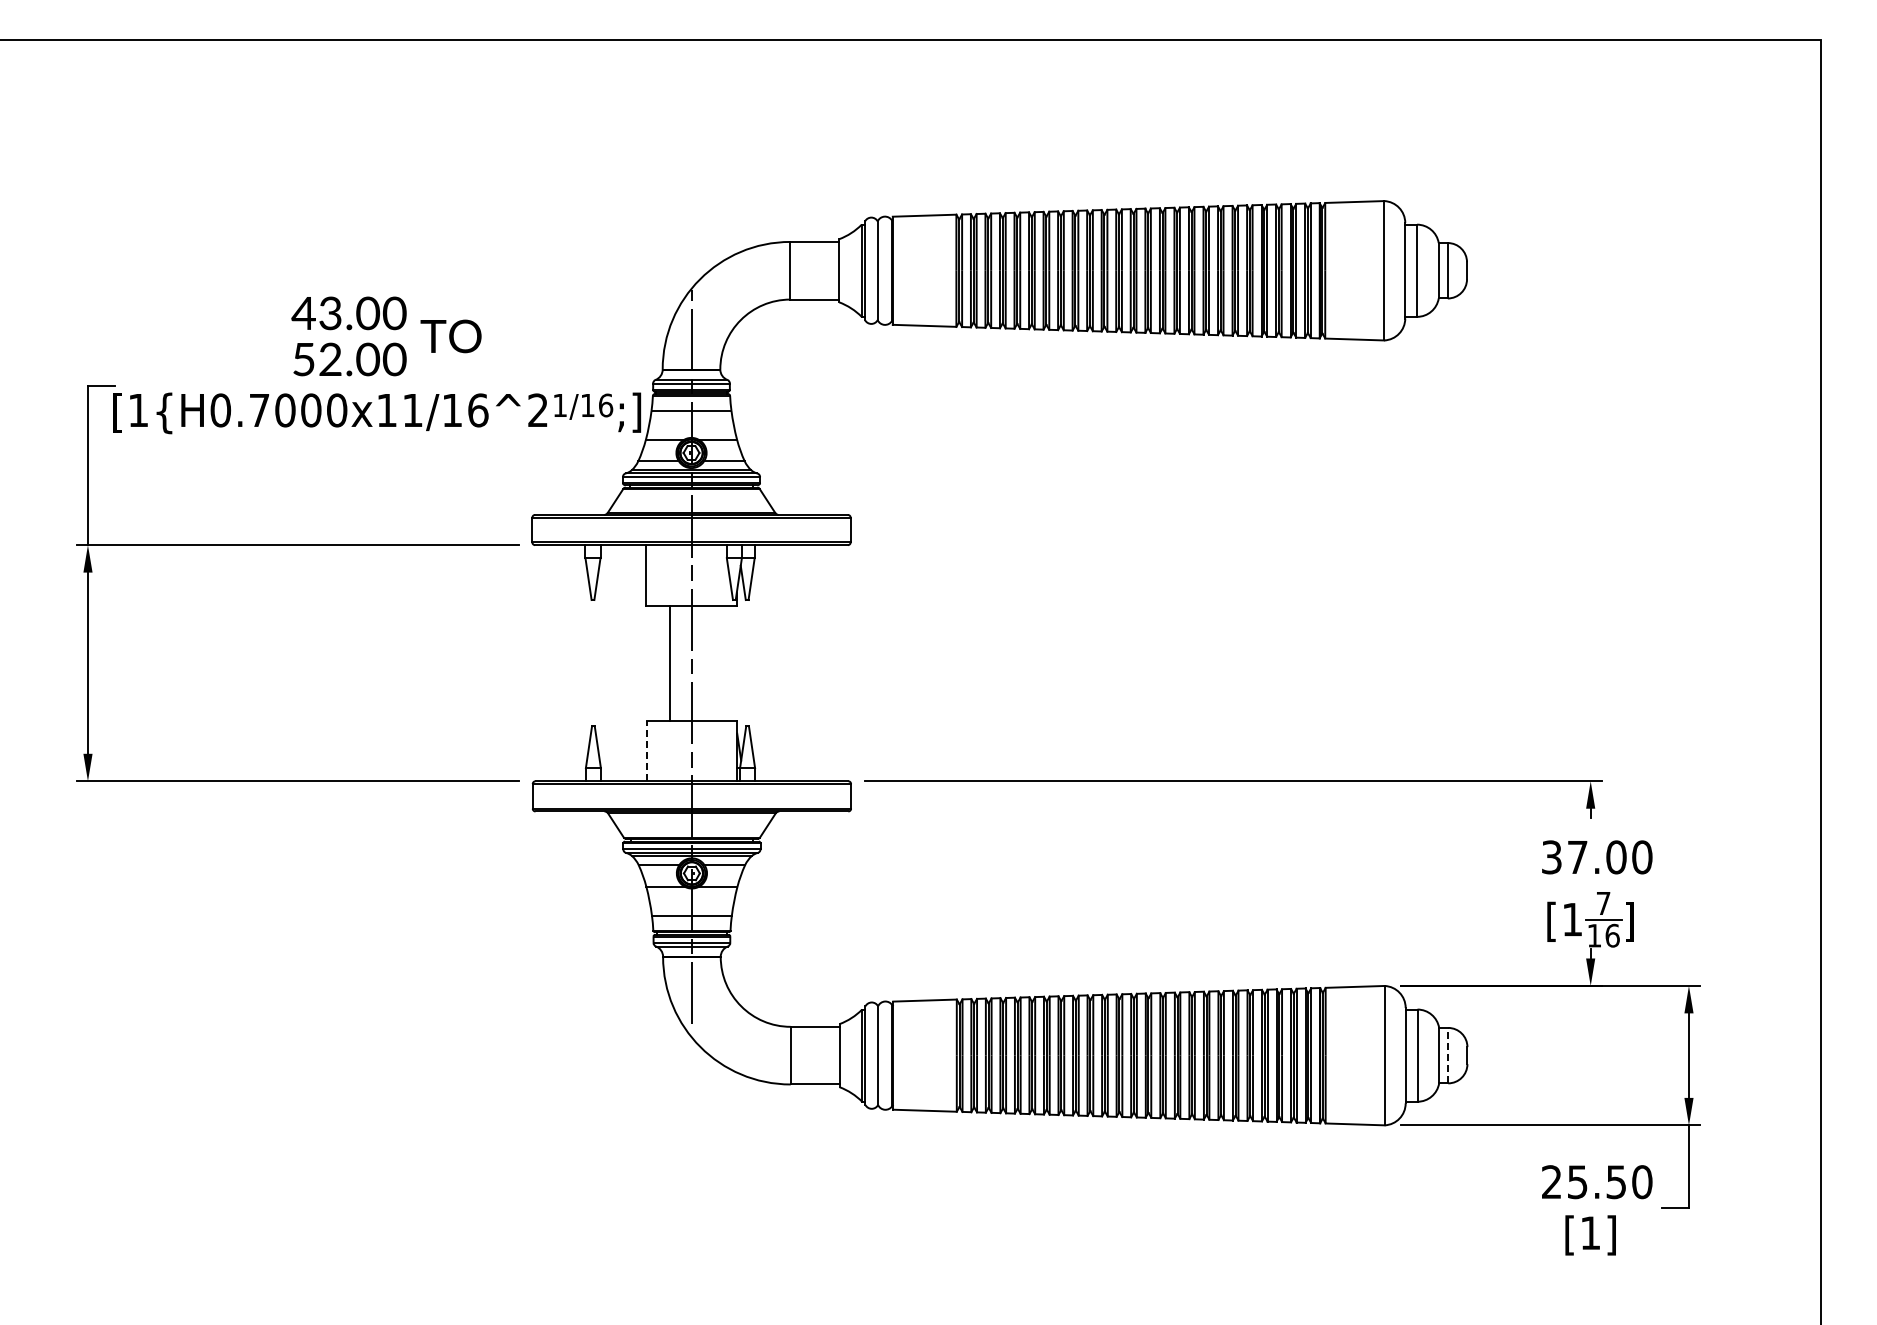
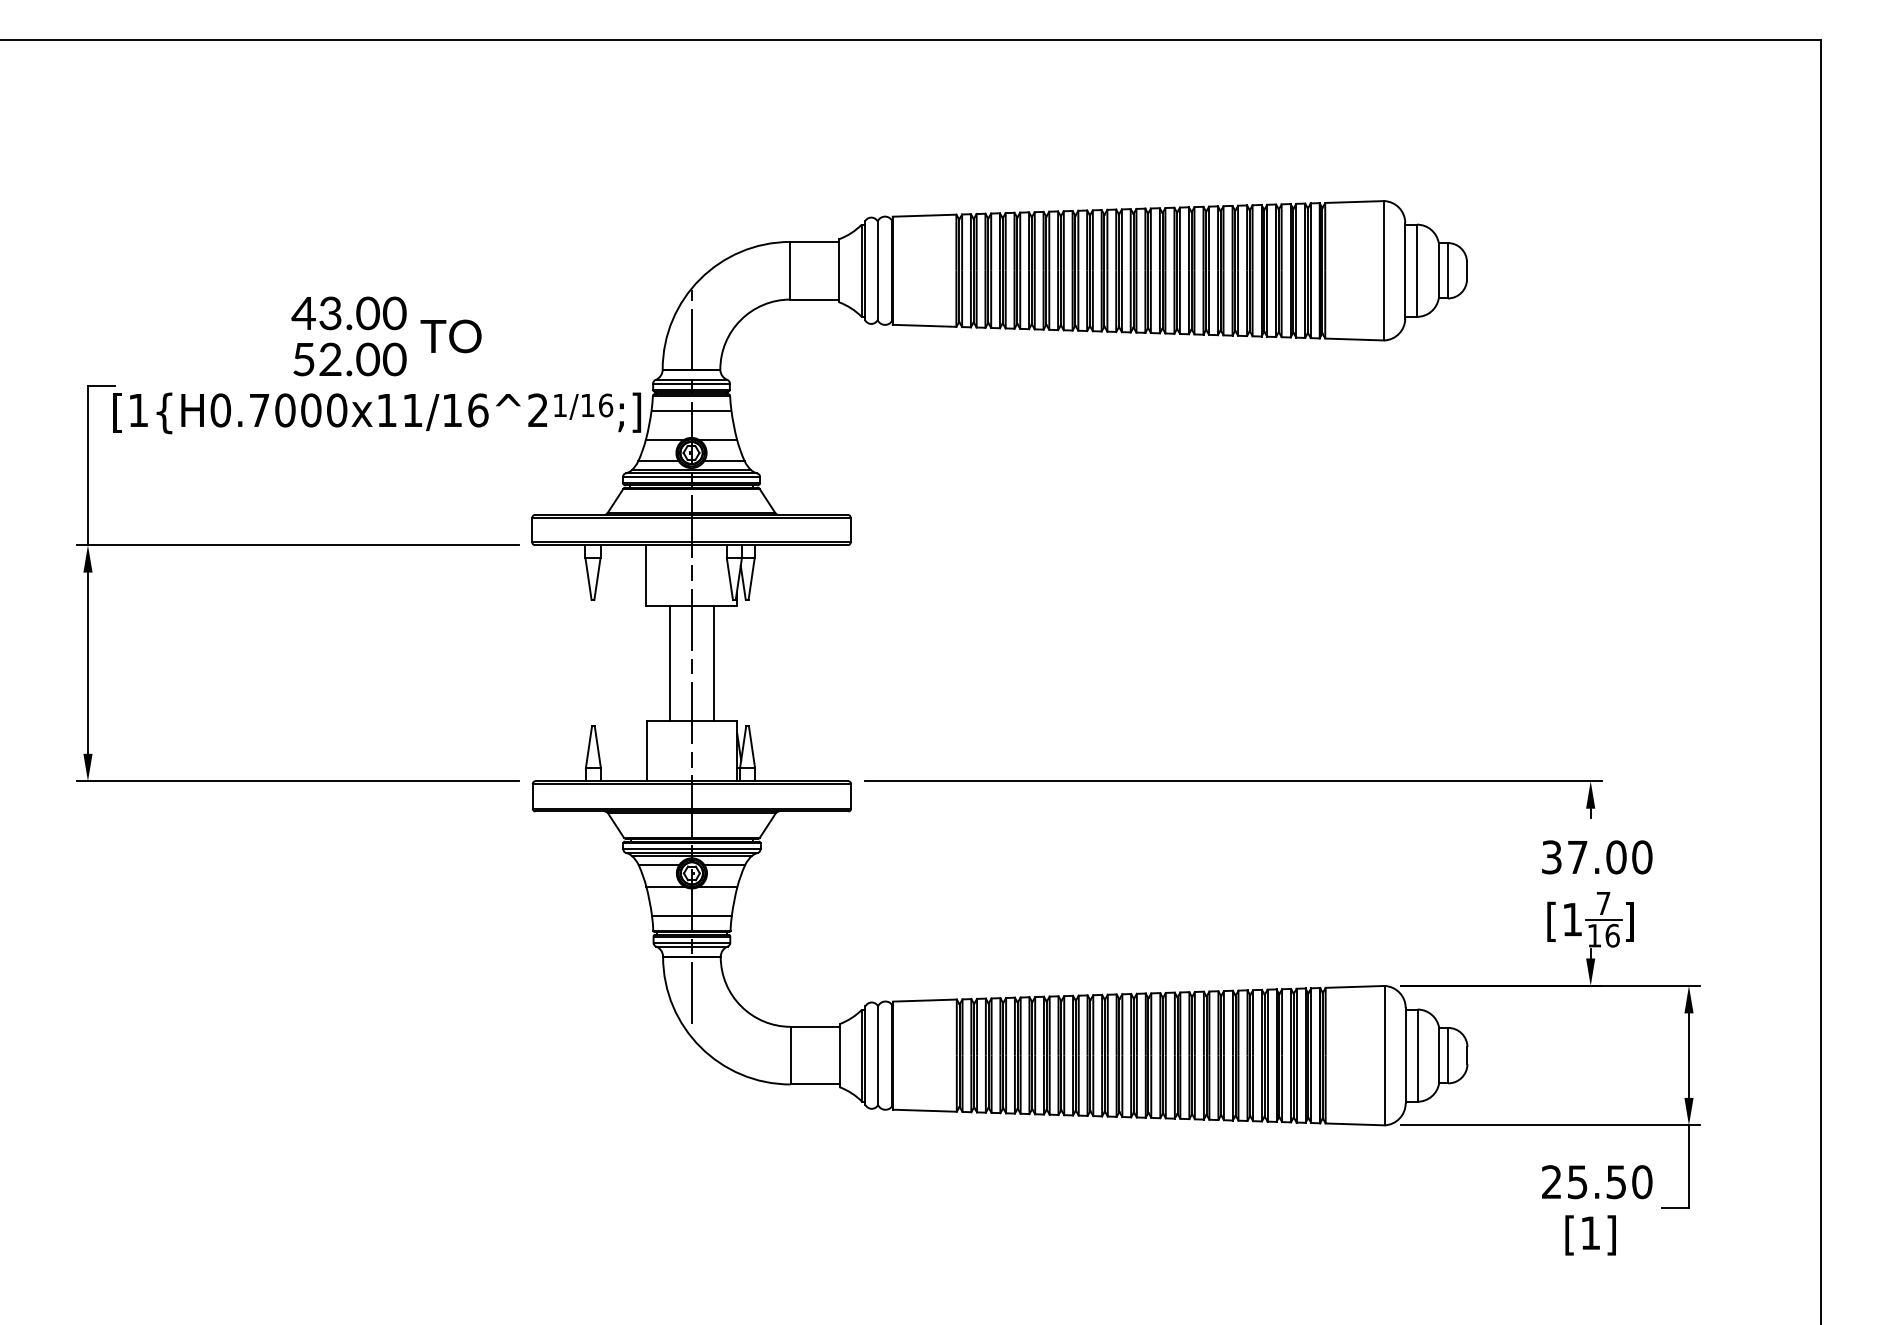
line at (713, 662): none -> present
line at (646, 750): dashed -> solid
line at (1448, 1055): dashed -> solid
